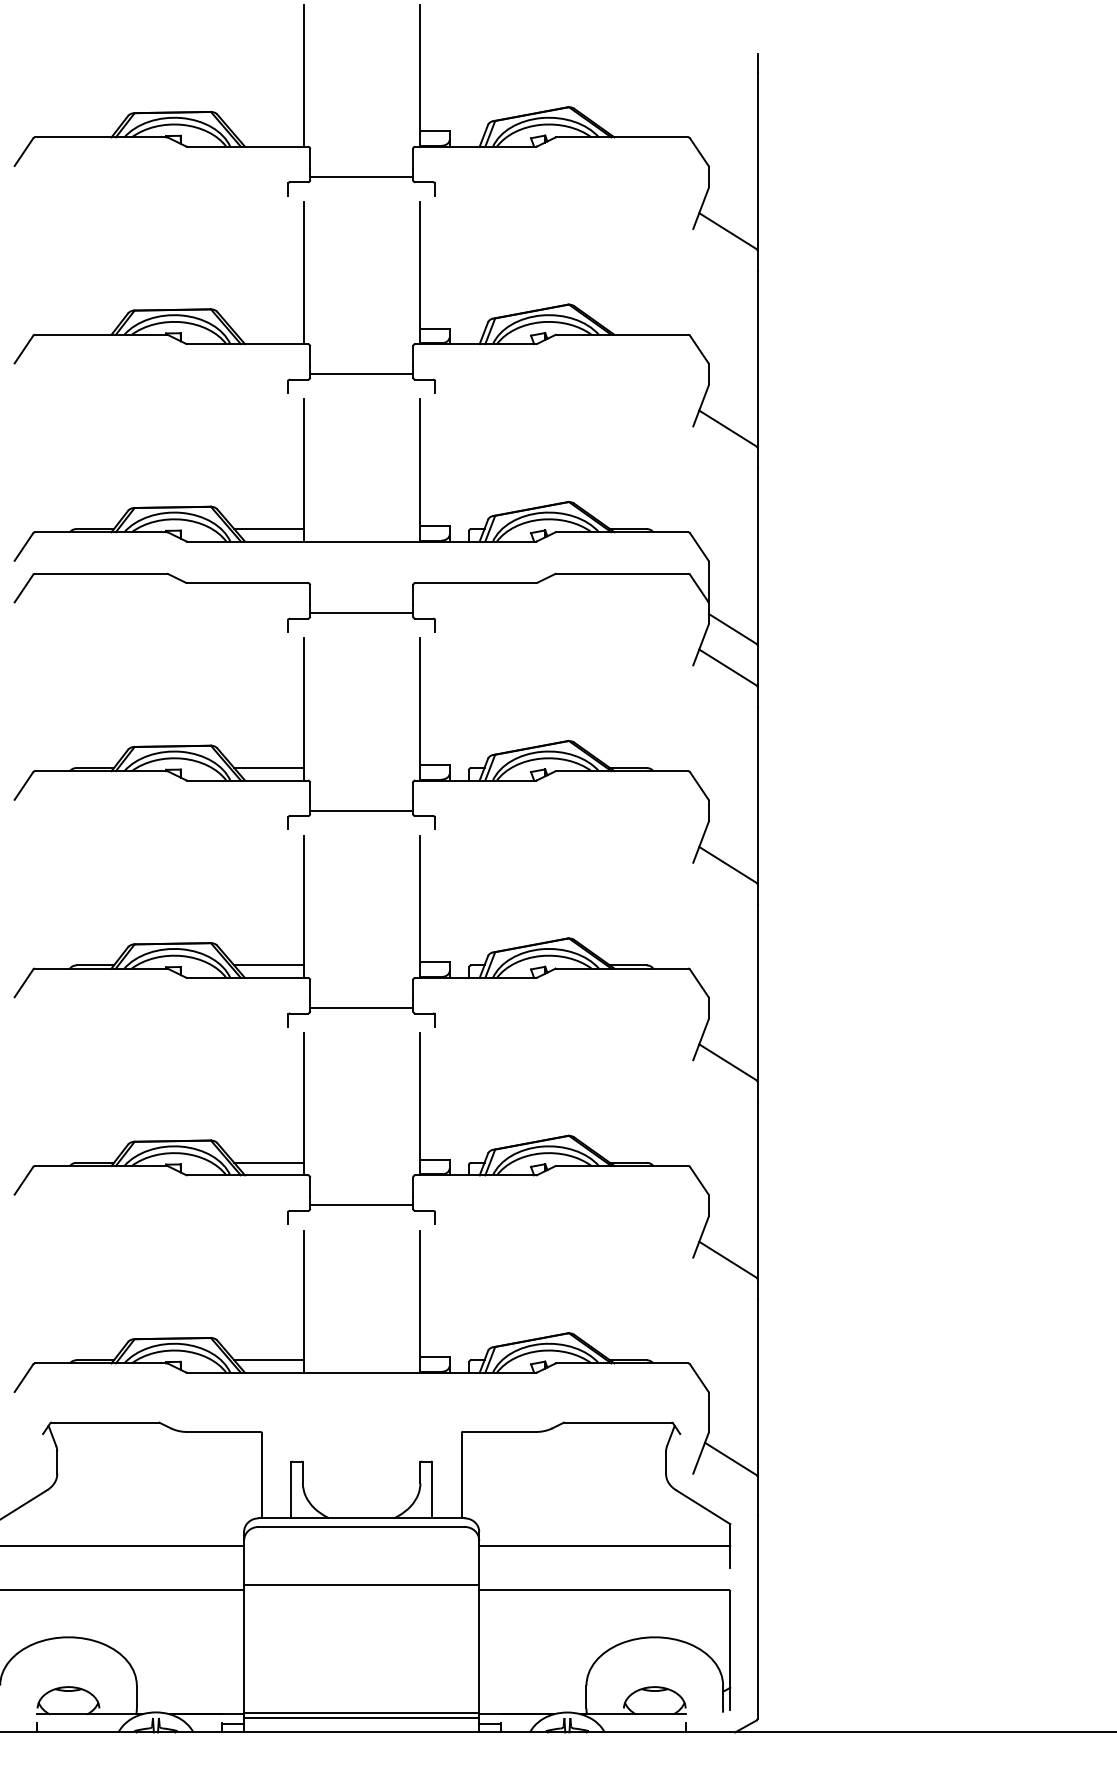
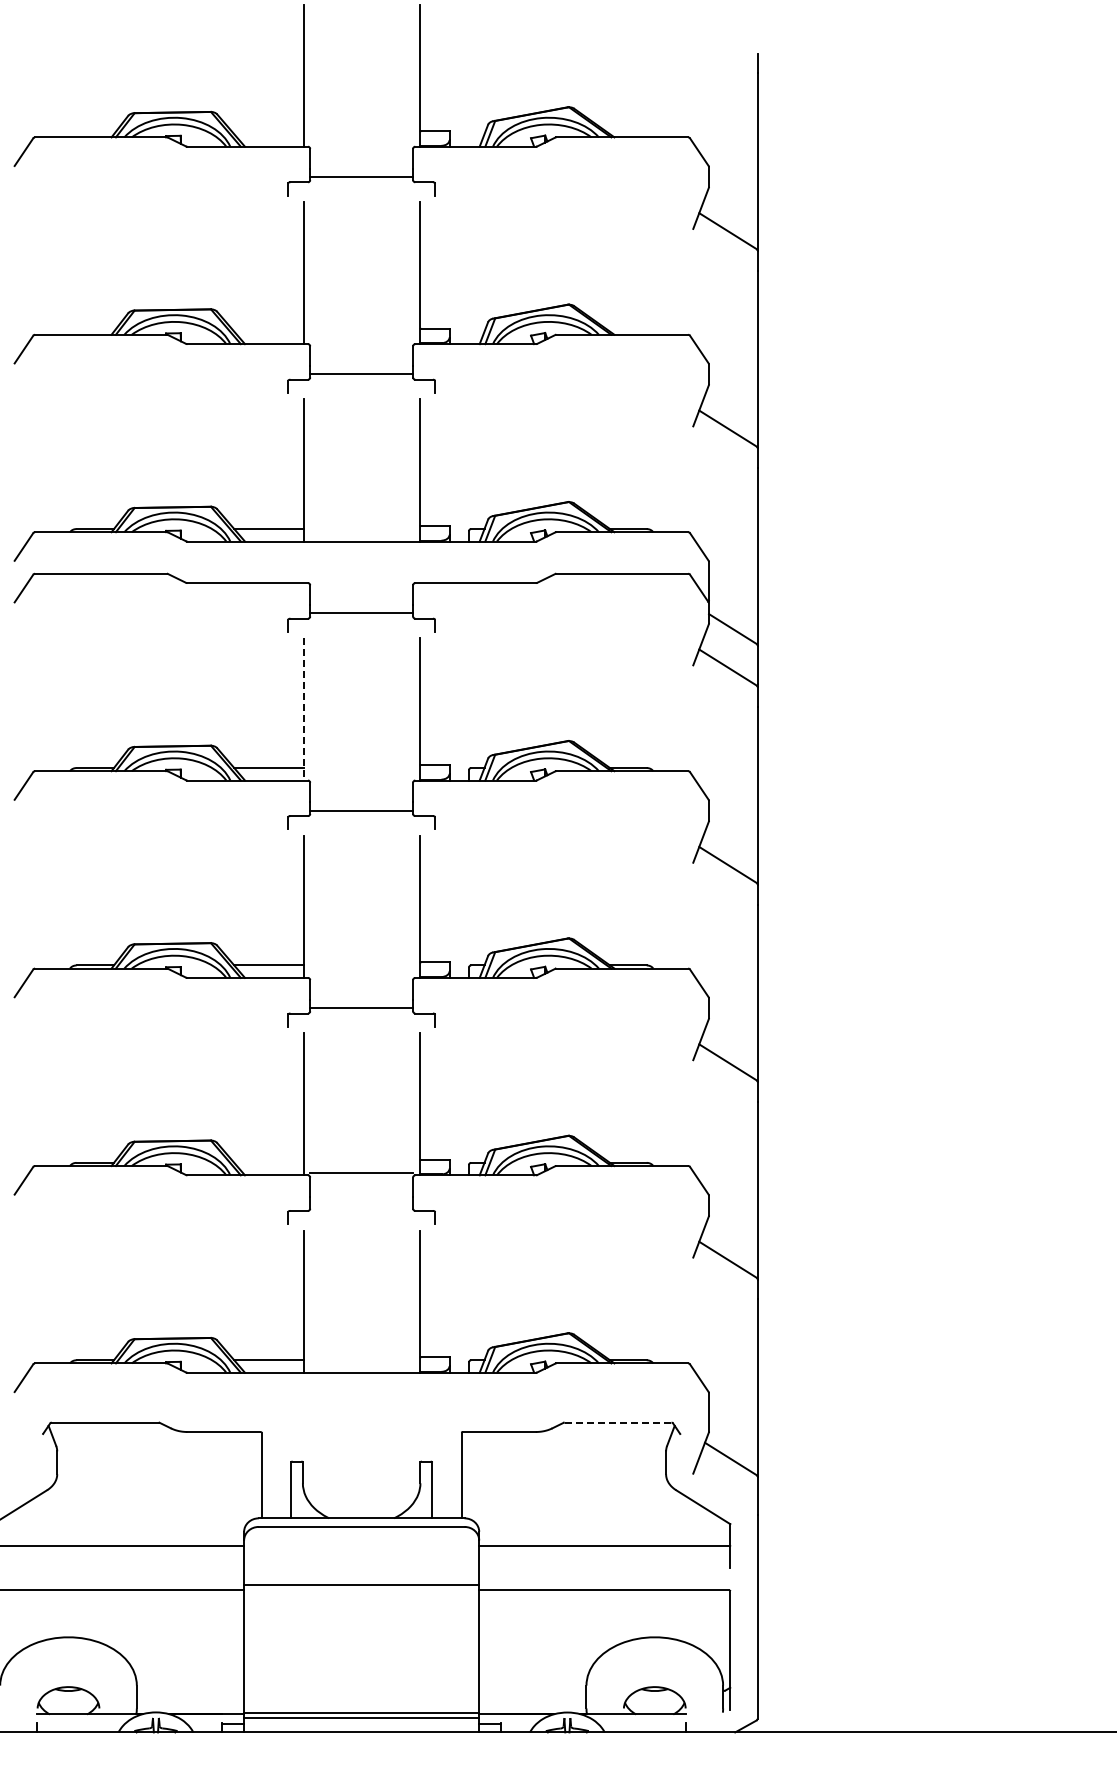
line at (303, 709): solid -> dashed
line at (268, 1162): present -> none
line at (361, 1205) position: (361, 1205) -> (361, 1173)
line at (618, 1422): solid -> dashed
